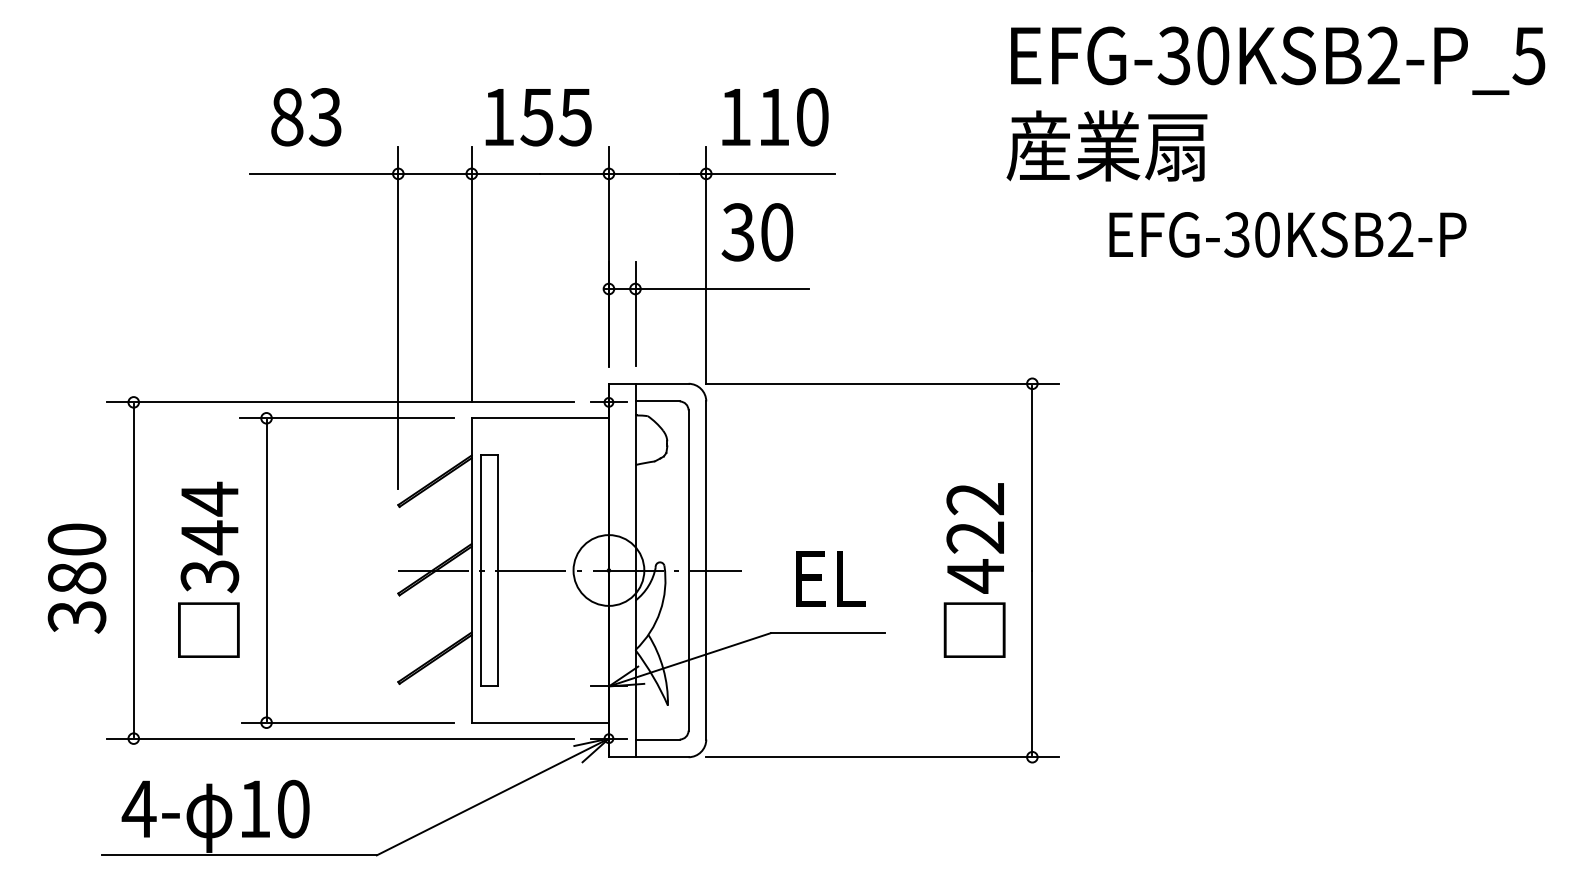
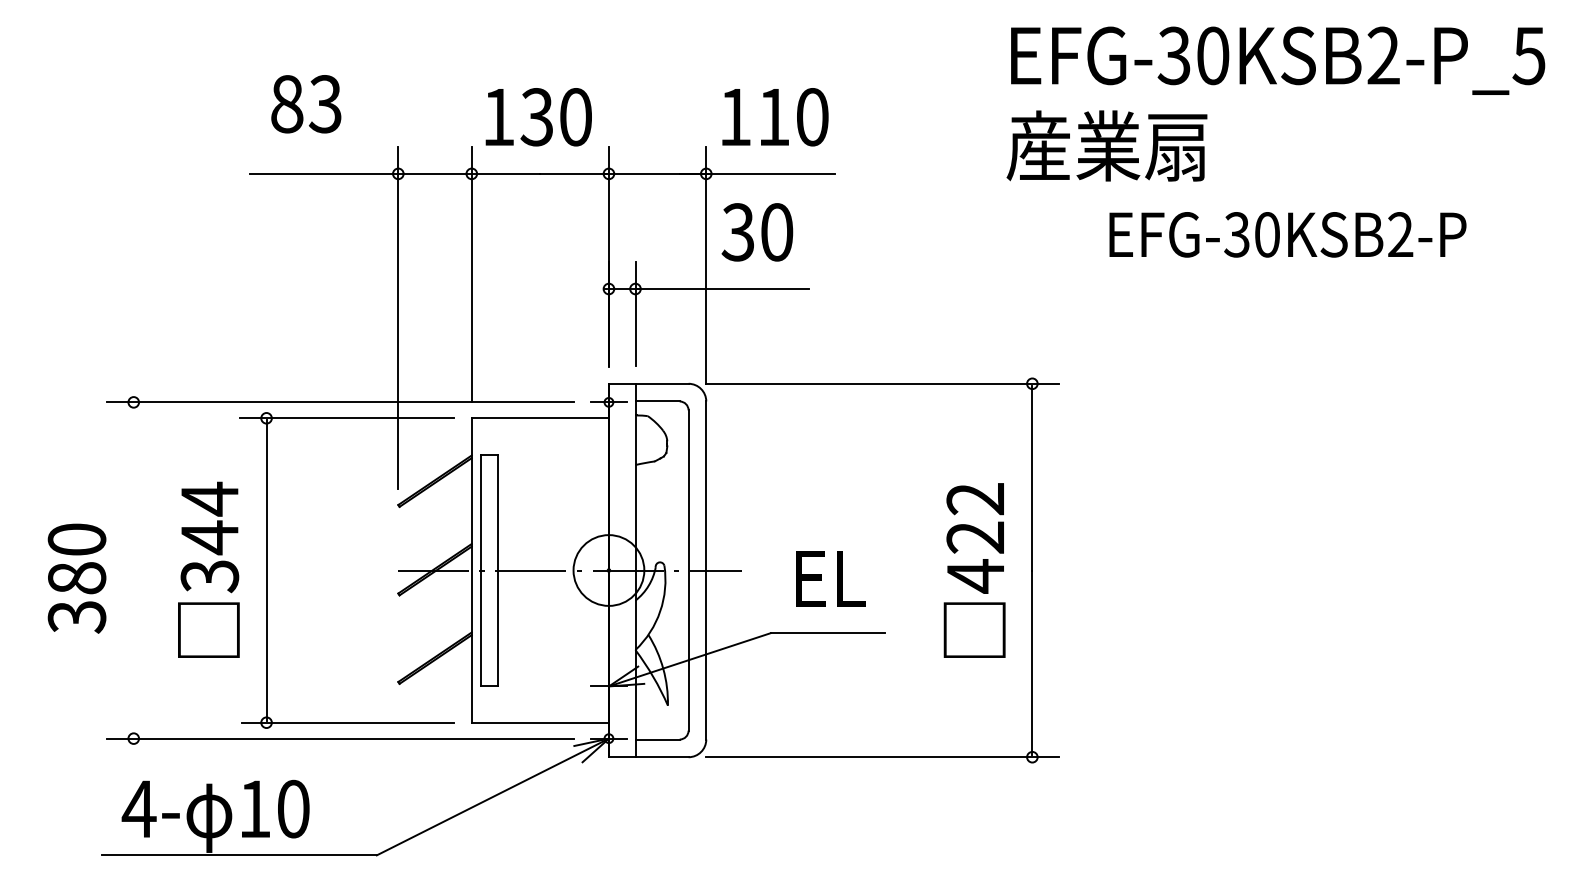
text at (306, 117) position: (306, 117) -> (306, 104)
text at (555, 117): 155 -> 130
line at (133, 570): present -> none
